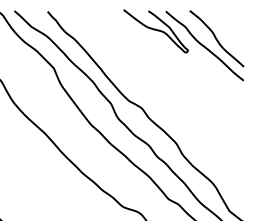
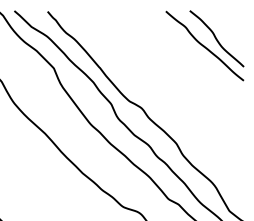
curve at (155, 30): present -> none
